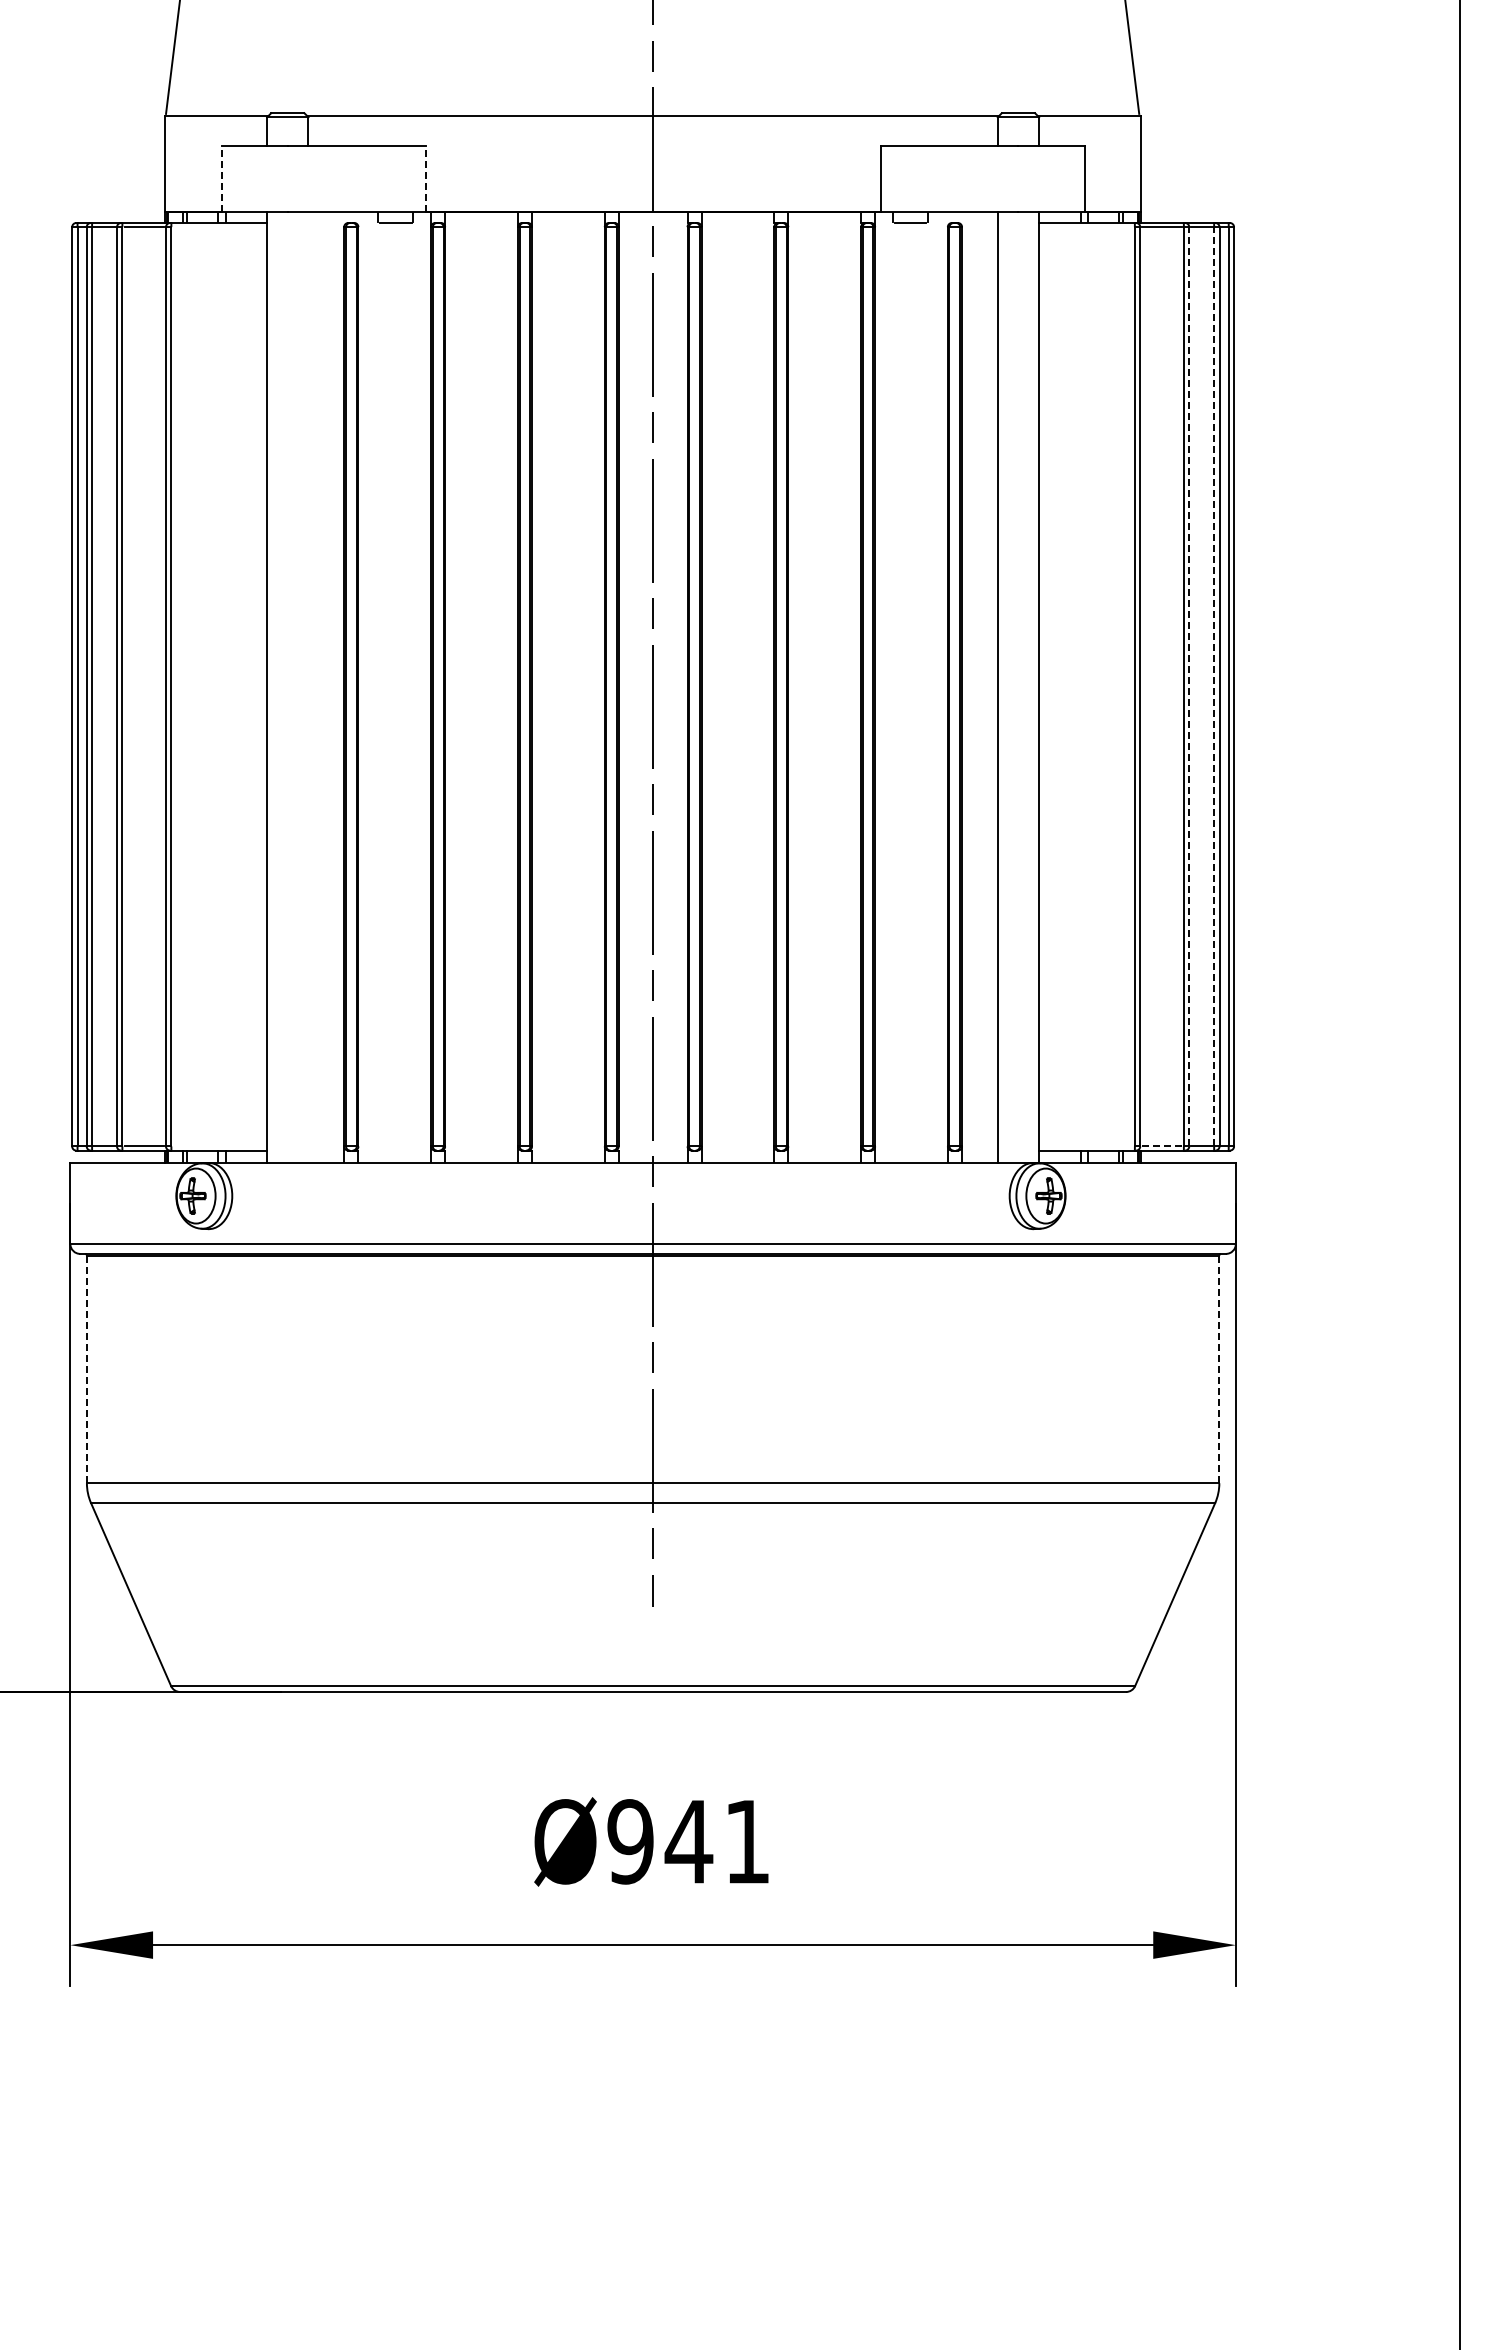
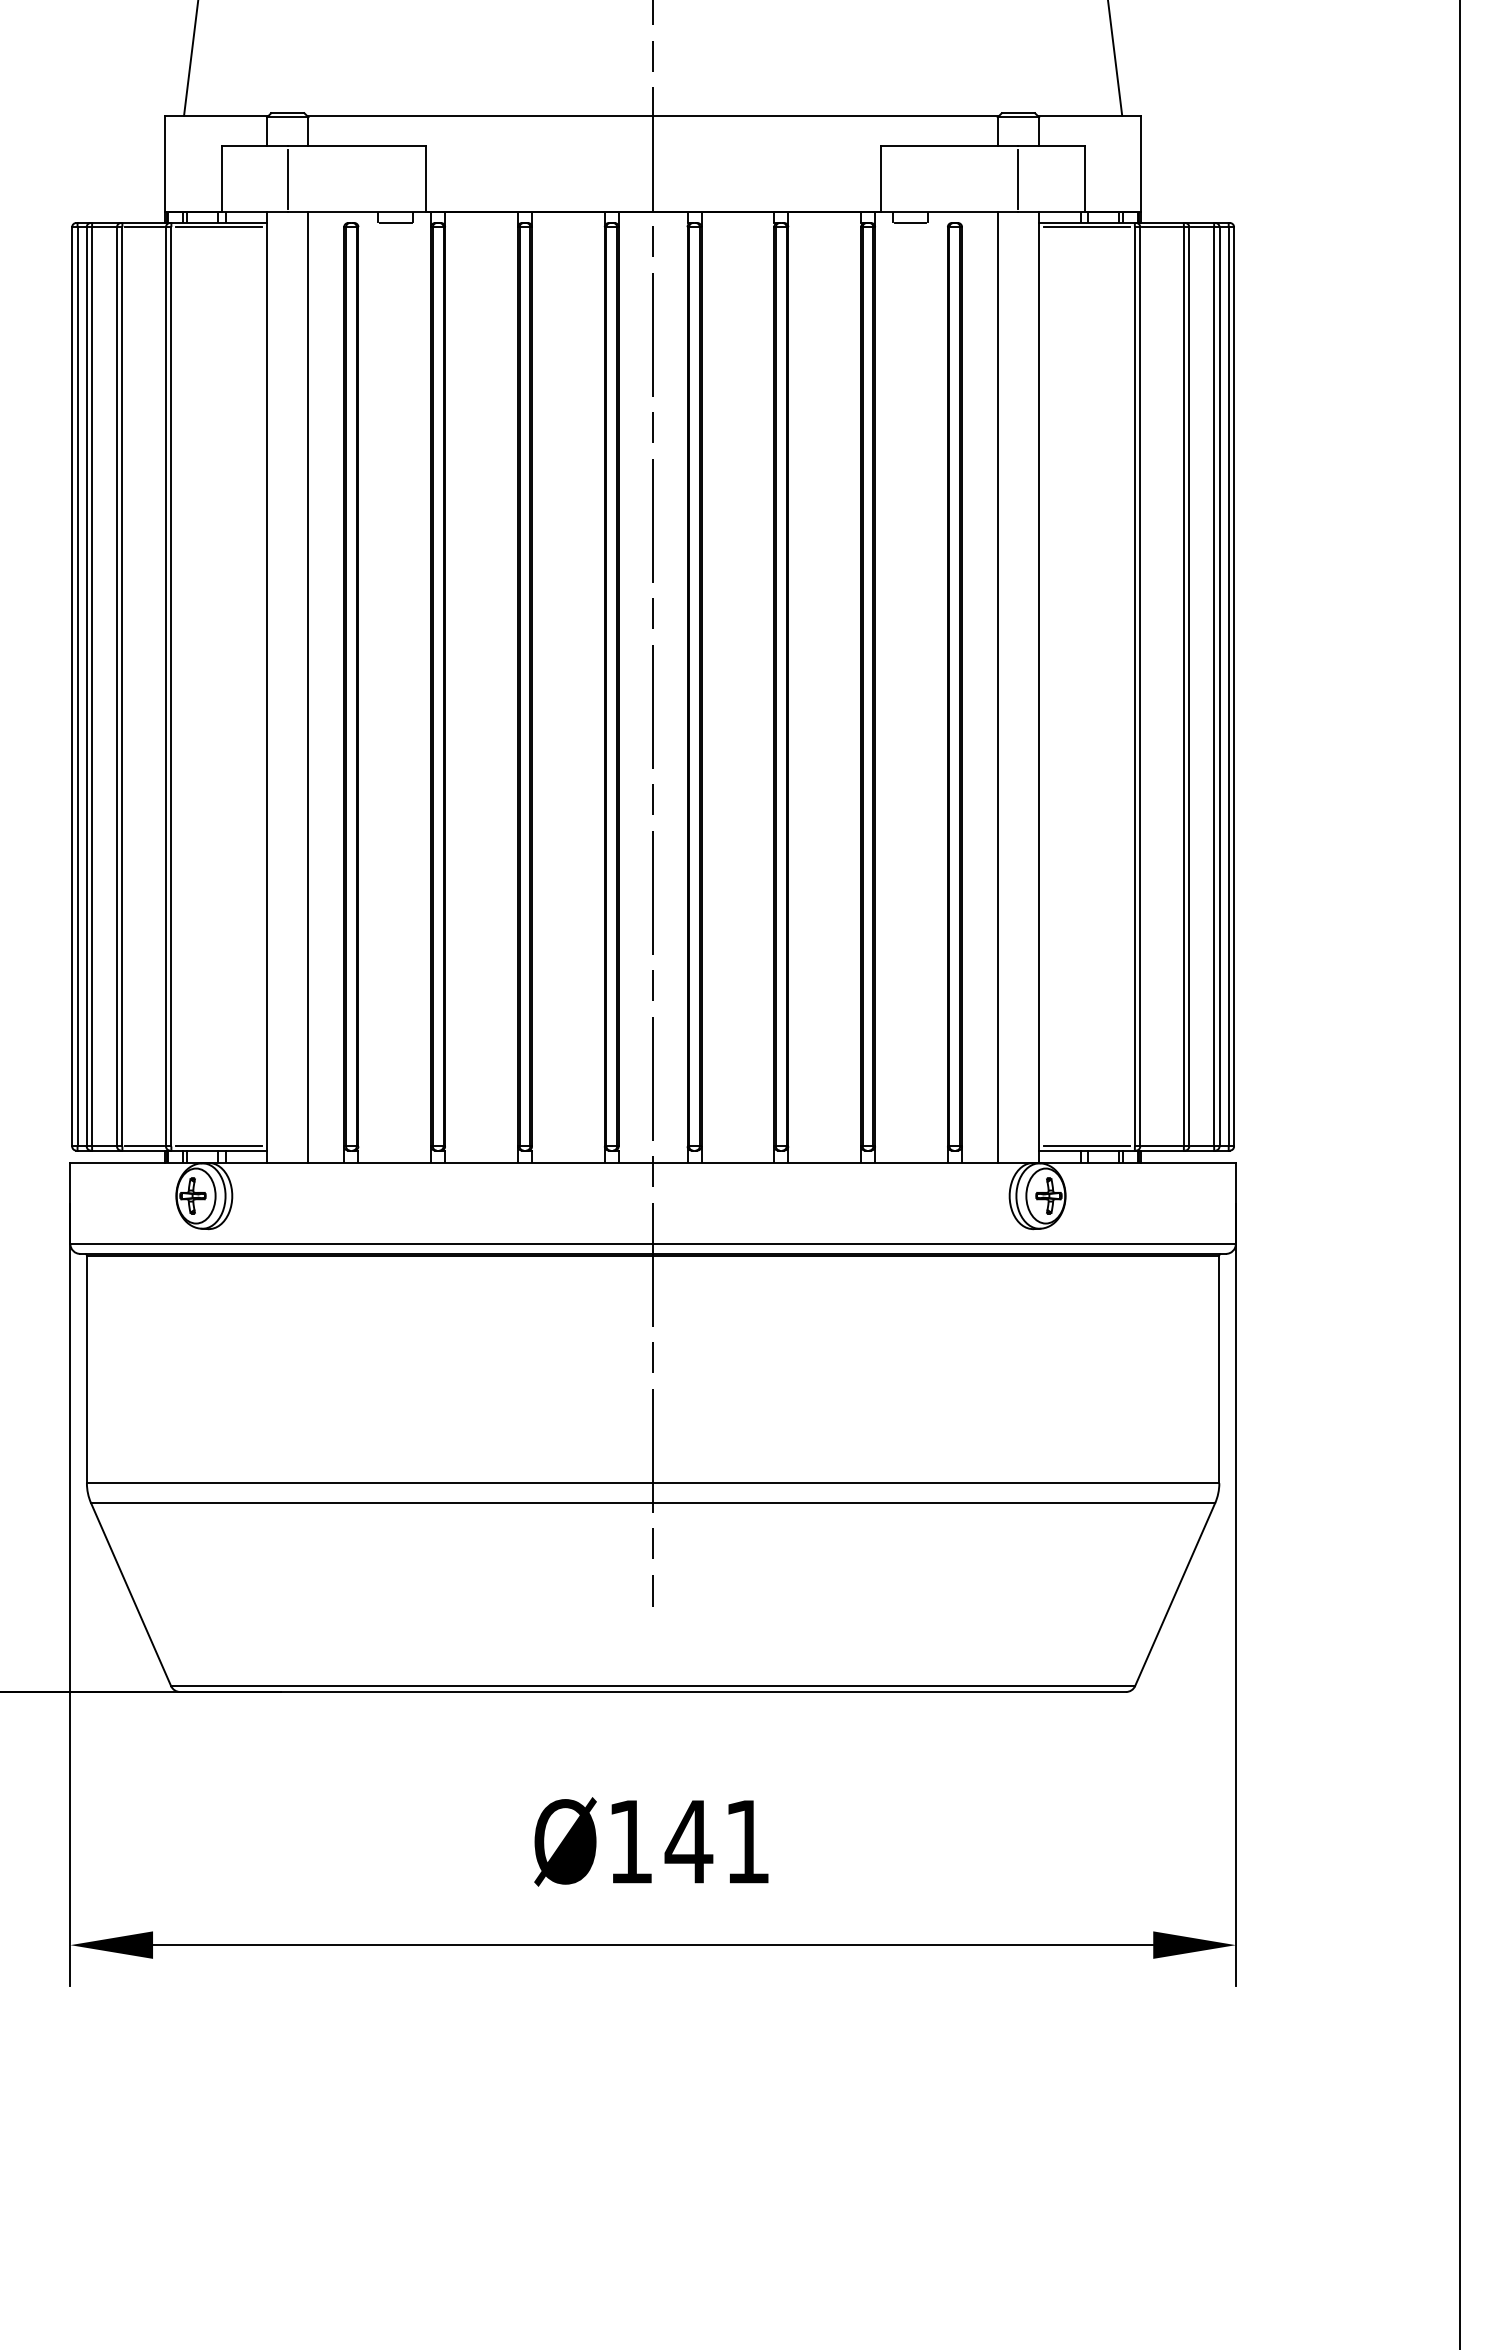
line at (172, 57) position: (172, 57) -> (190, 58)
line at (1132, 57) position: (1132, 57) -> (1115, 58)
line at (221, 178): dashed -> solid
line at (425, 178): dashed -> solid
line at (287, 179): none -> present
line at (1018, 179): none -> present
line at (219, 227): none -> present
line at (1086, 227): none -> present
line at (1189, 686): dashed -> solid
line at (1214, 686): dashed -> solid
line at (308, 687): none -> present
line at (219, 1146): none -> present
line at (1086, 1146): none -> present
line at (1162, 1146): dashed -> solid
line at (86, 1369): dashed -> solid
line at (1219, 1369): dashed -> solid
text at (630, 1841): Ø941 -> Ø141
